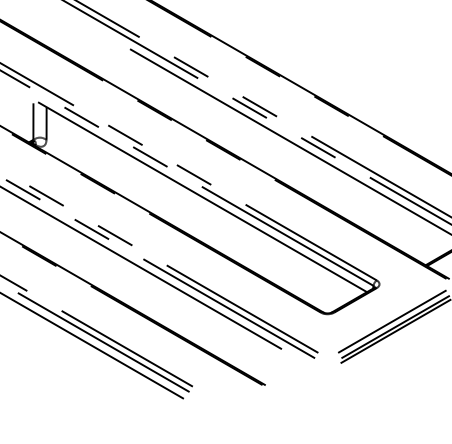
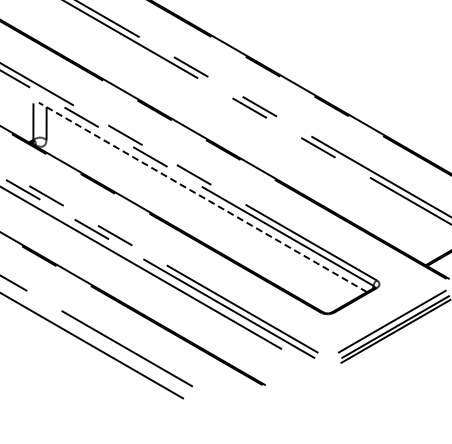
line at (289, 141): present -> none
line at (202, 197): solid -> dashed
line at (95, 337): present -> none
